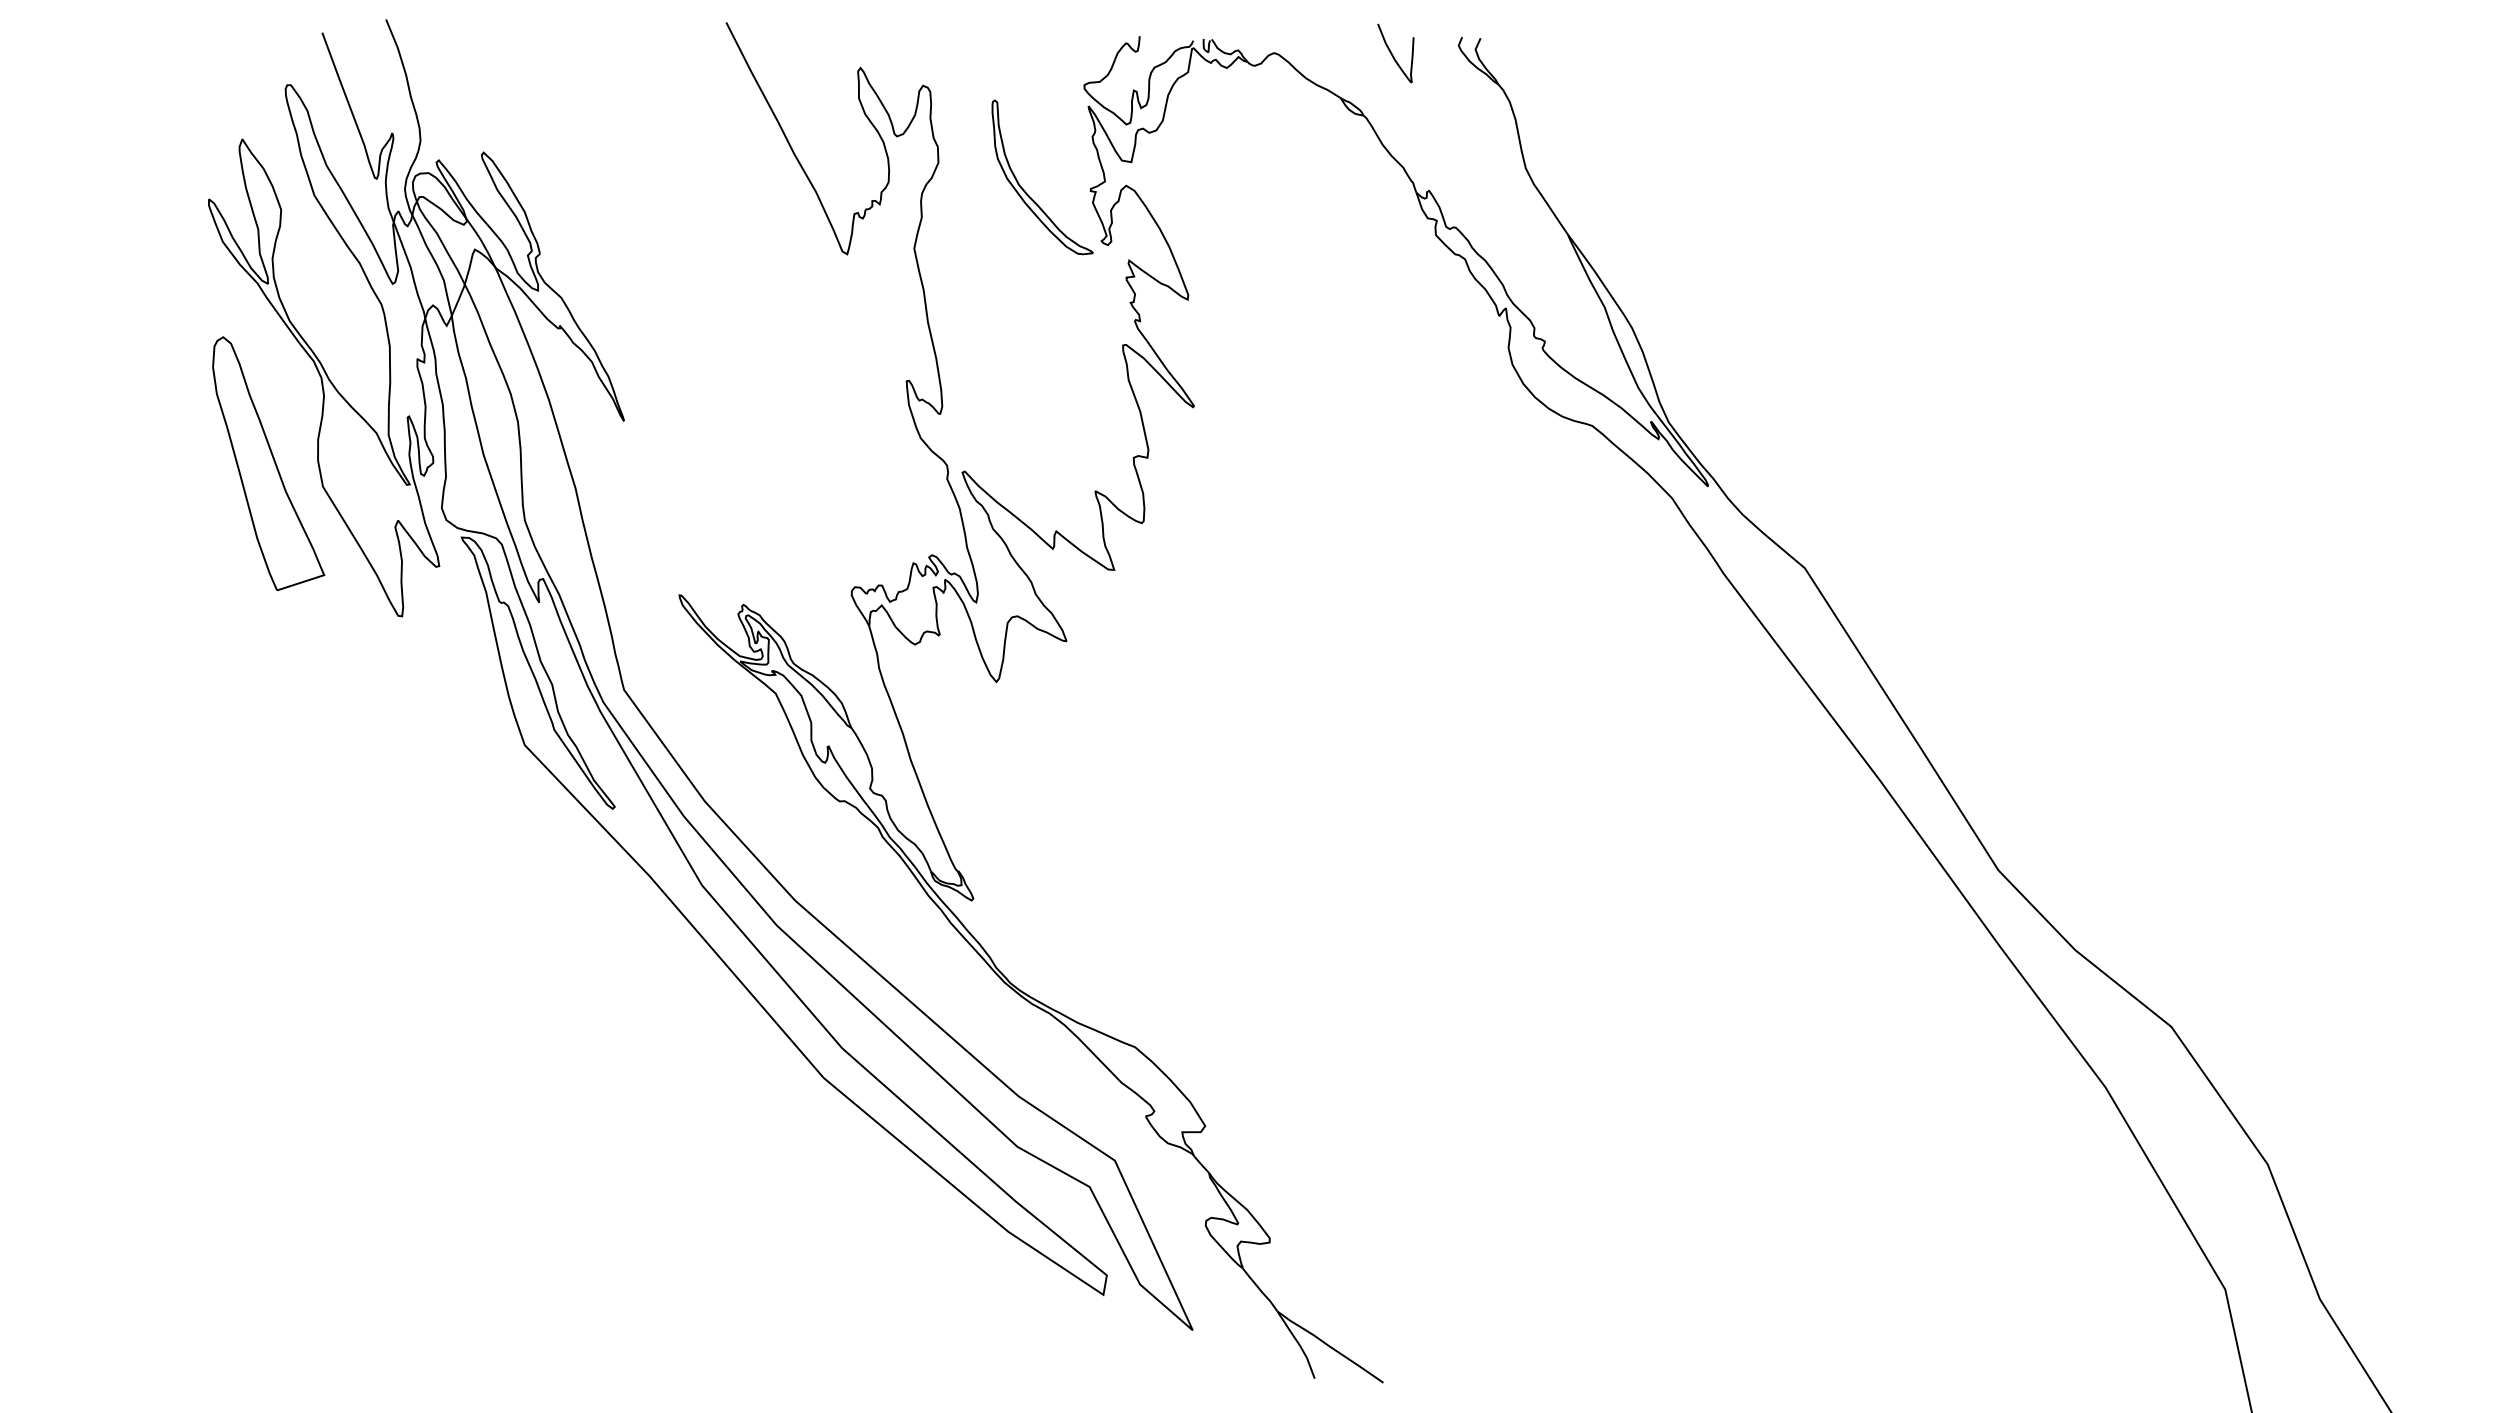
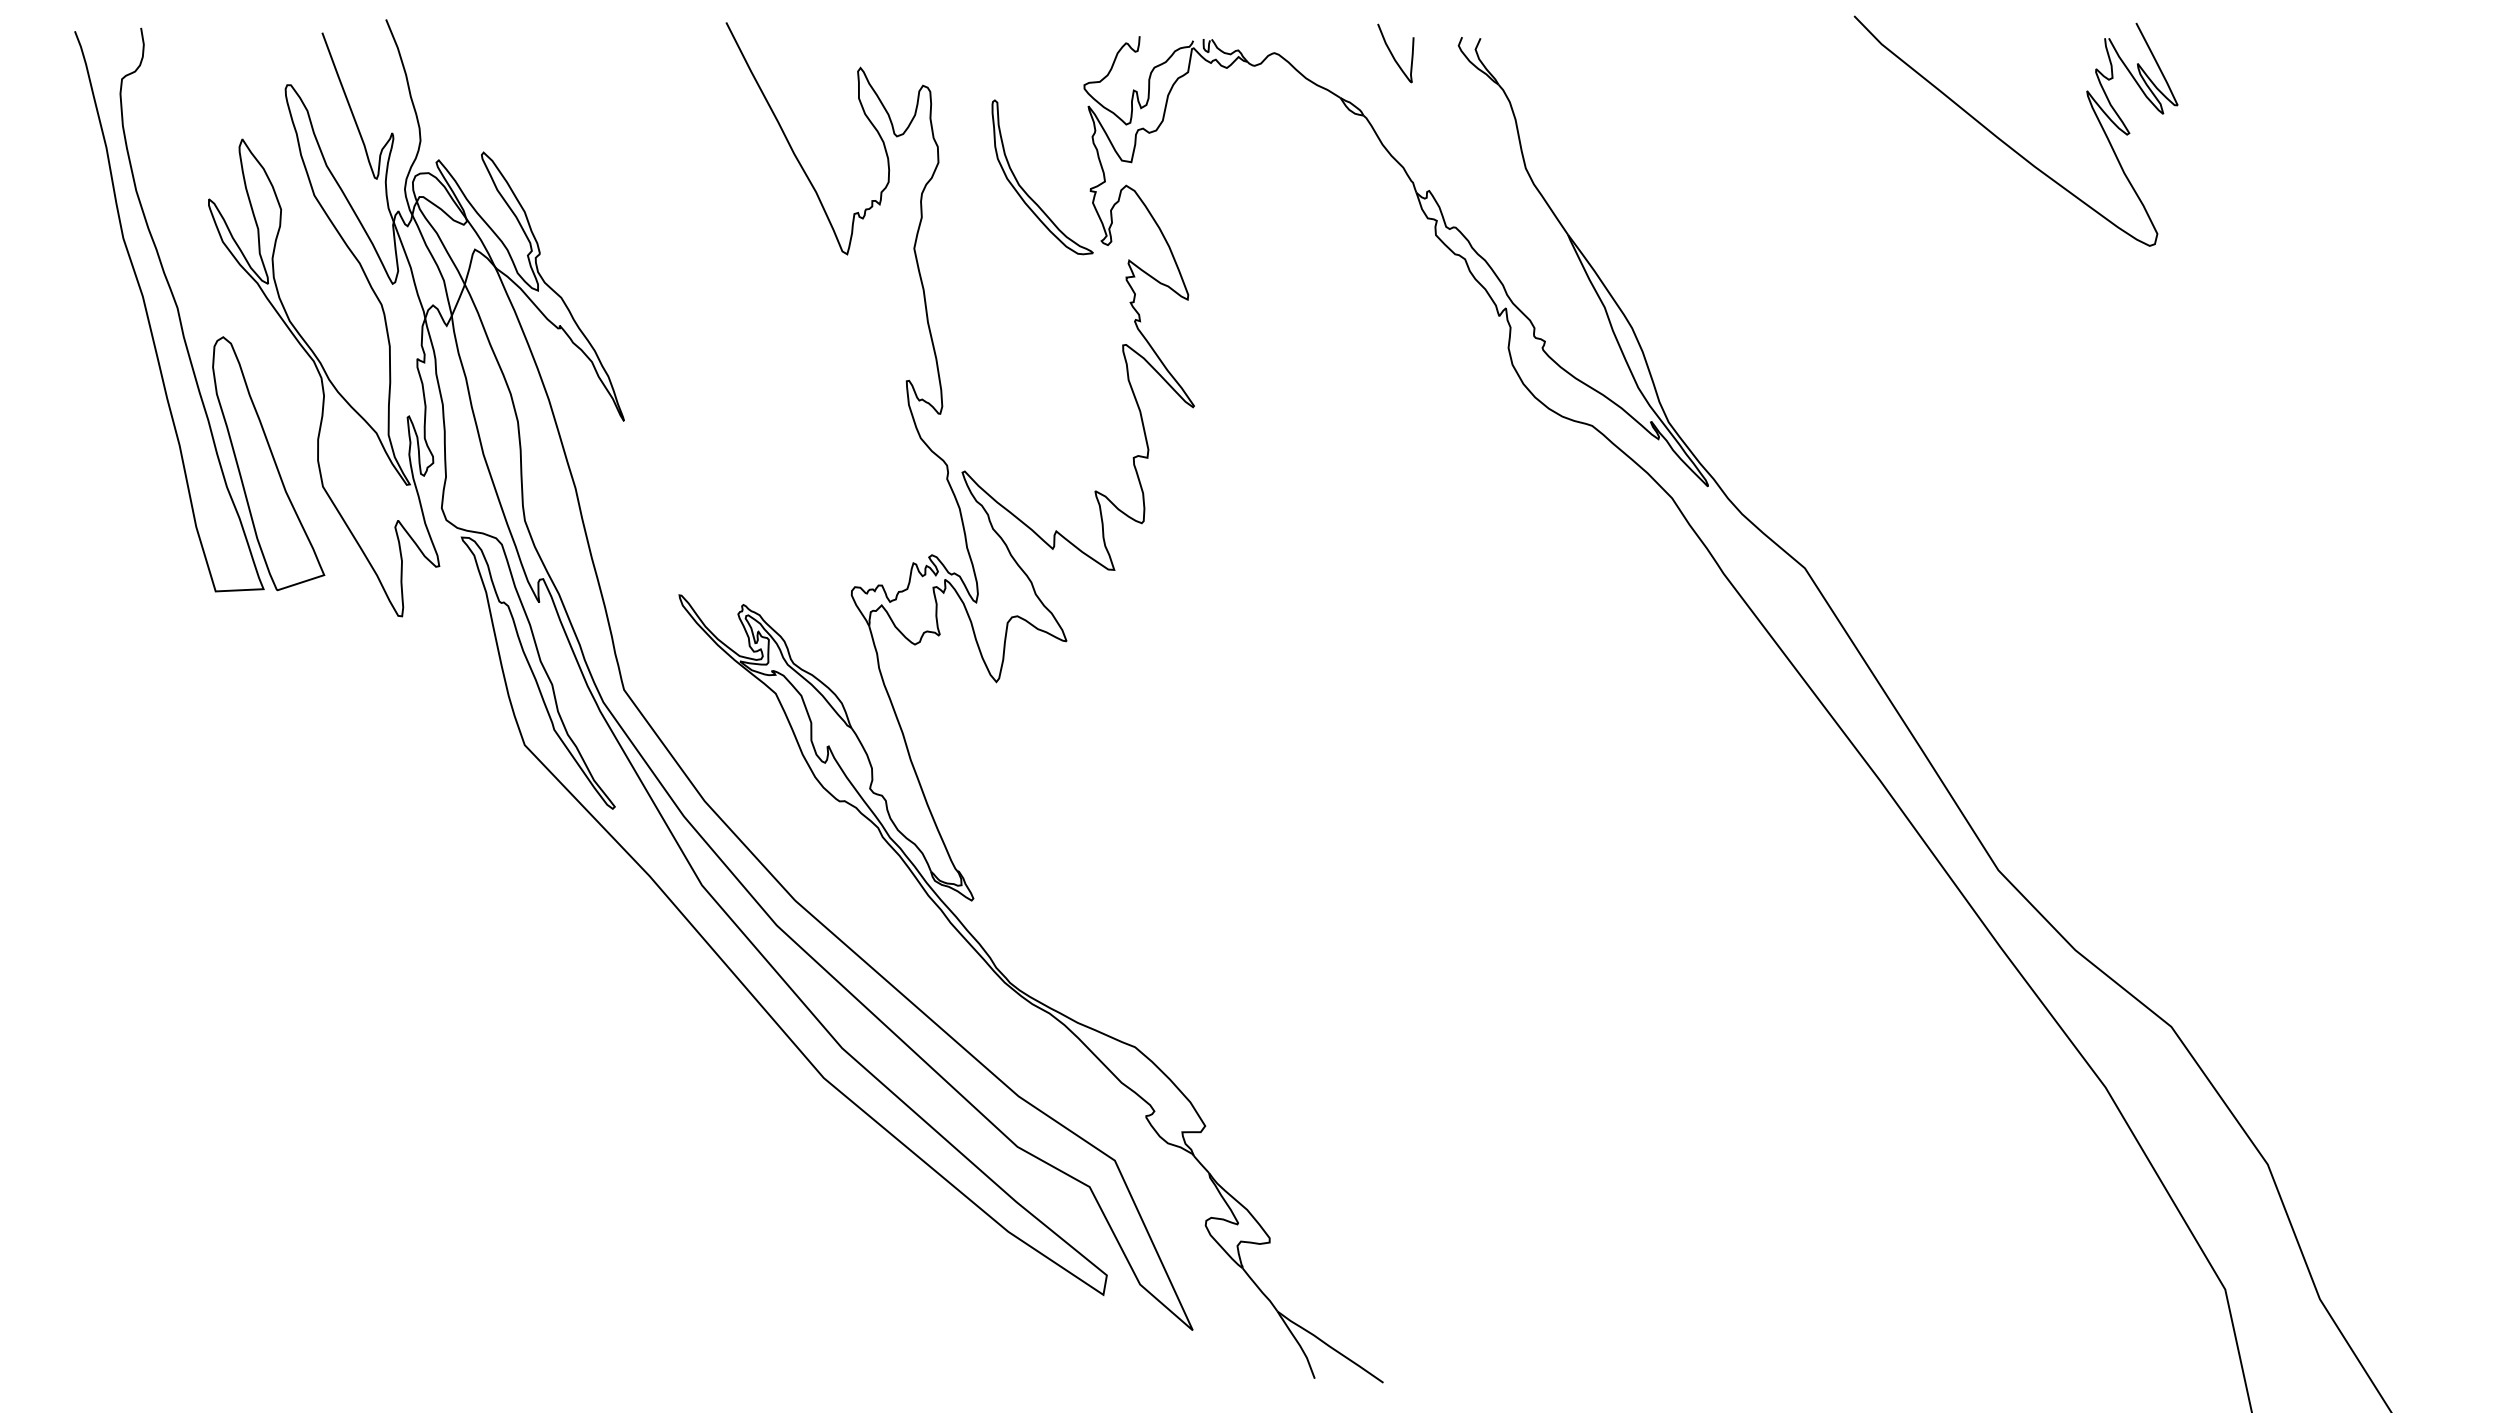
part at (2004, 141): none -> present
curve at (176, 308): none -> present
